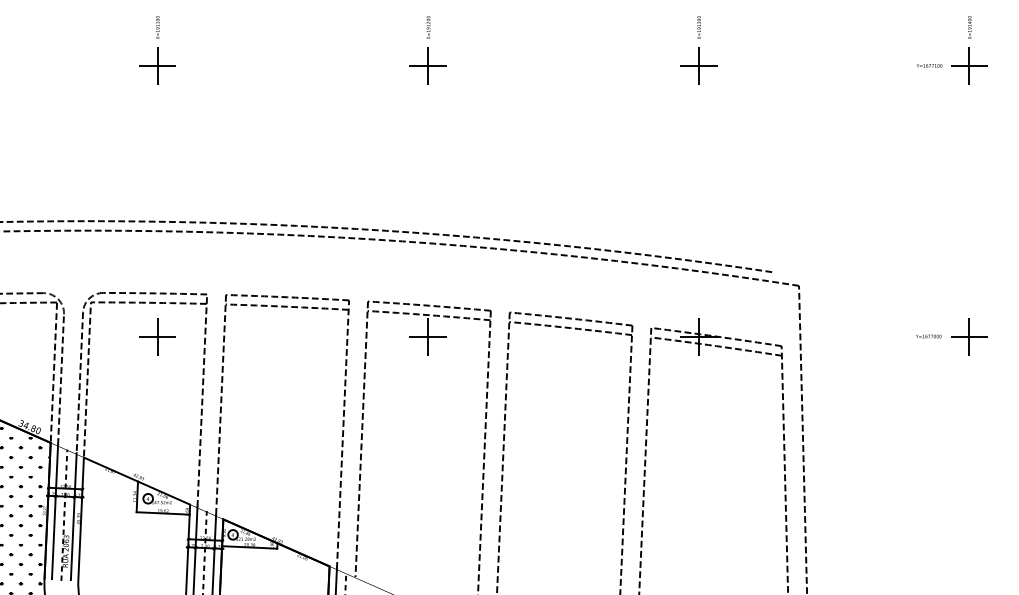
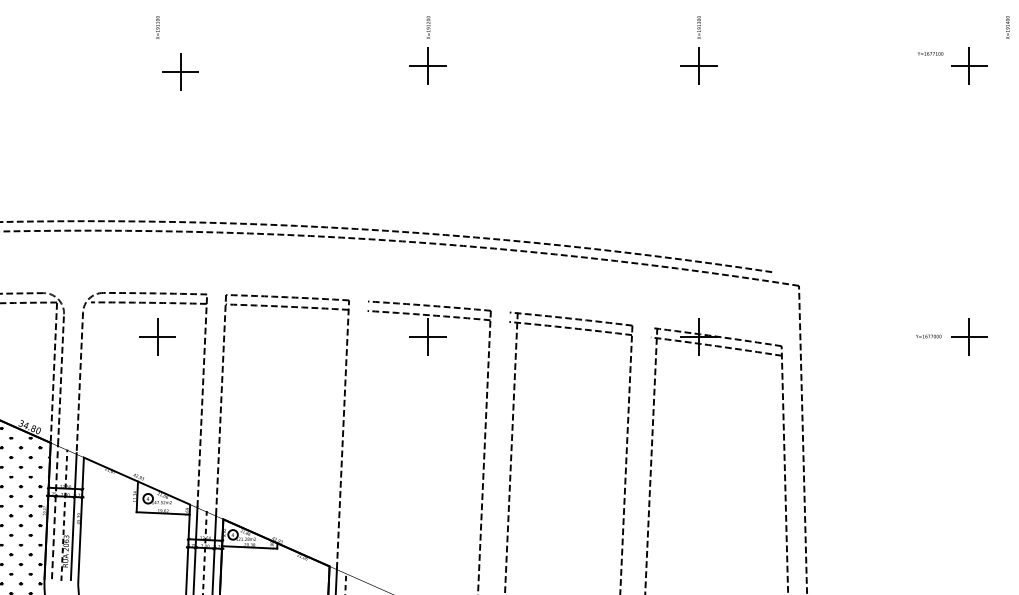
text at (969, 27) position: (969, 27) -> (1007, 27)
part at (157, 65) position: (157, 65) -> (180, 71)
text at (929, 65) position: (929, 65) -> (930, 53)
line at (86, 379): present -> none
line at (361, 439): present -> none
line at (503, 451) position: (503, 451) -> (511, 451)
line at (645, 459) position: (645, 459) -> (651, 459)
line at (55, 511): solid -> dashed
